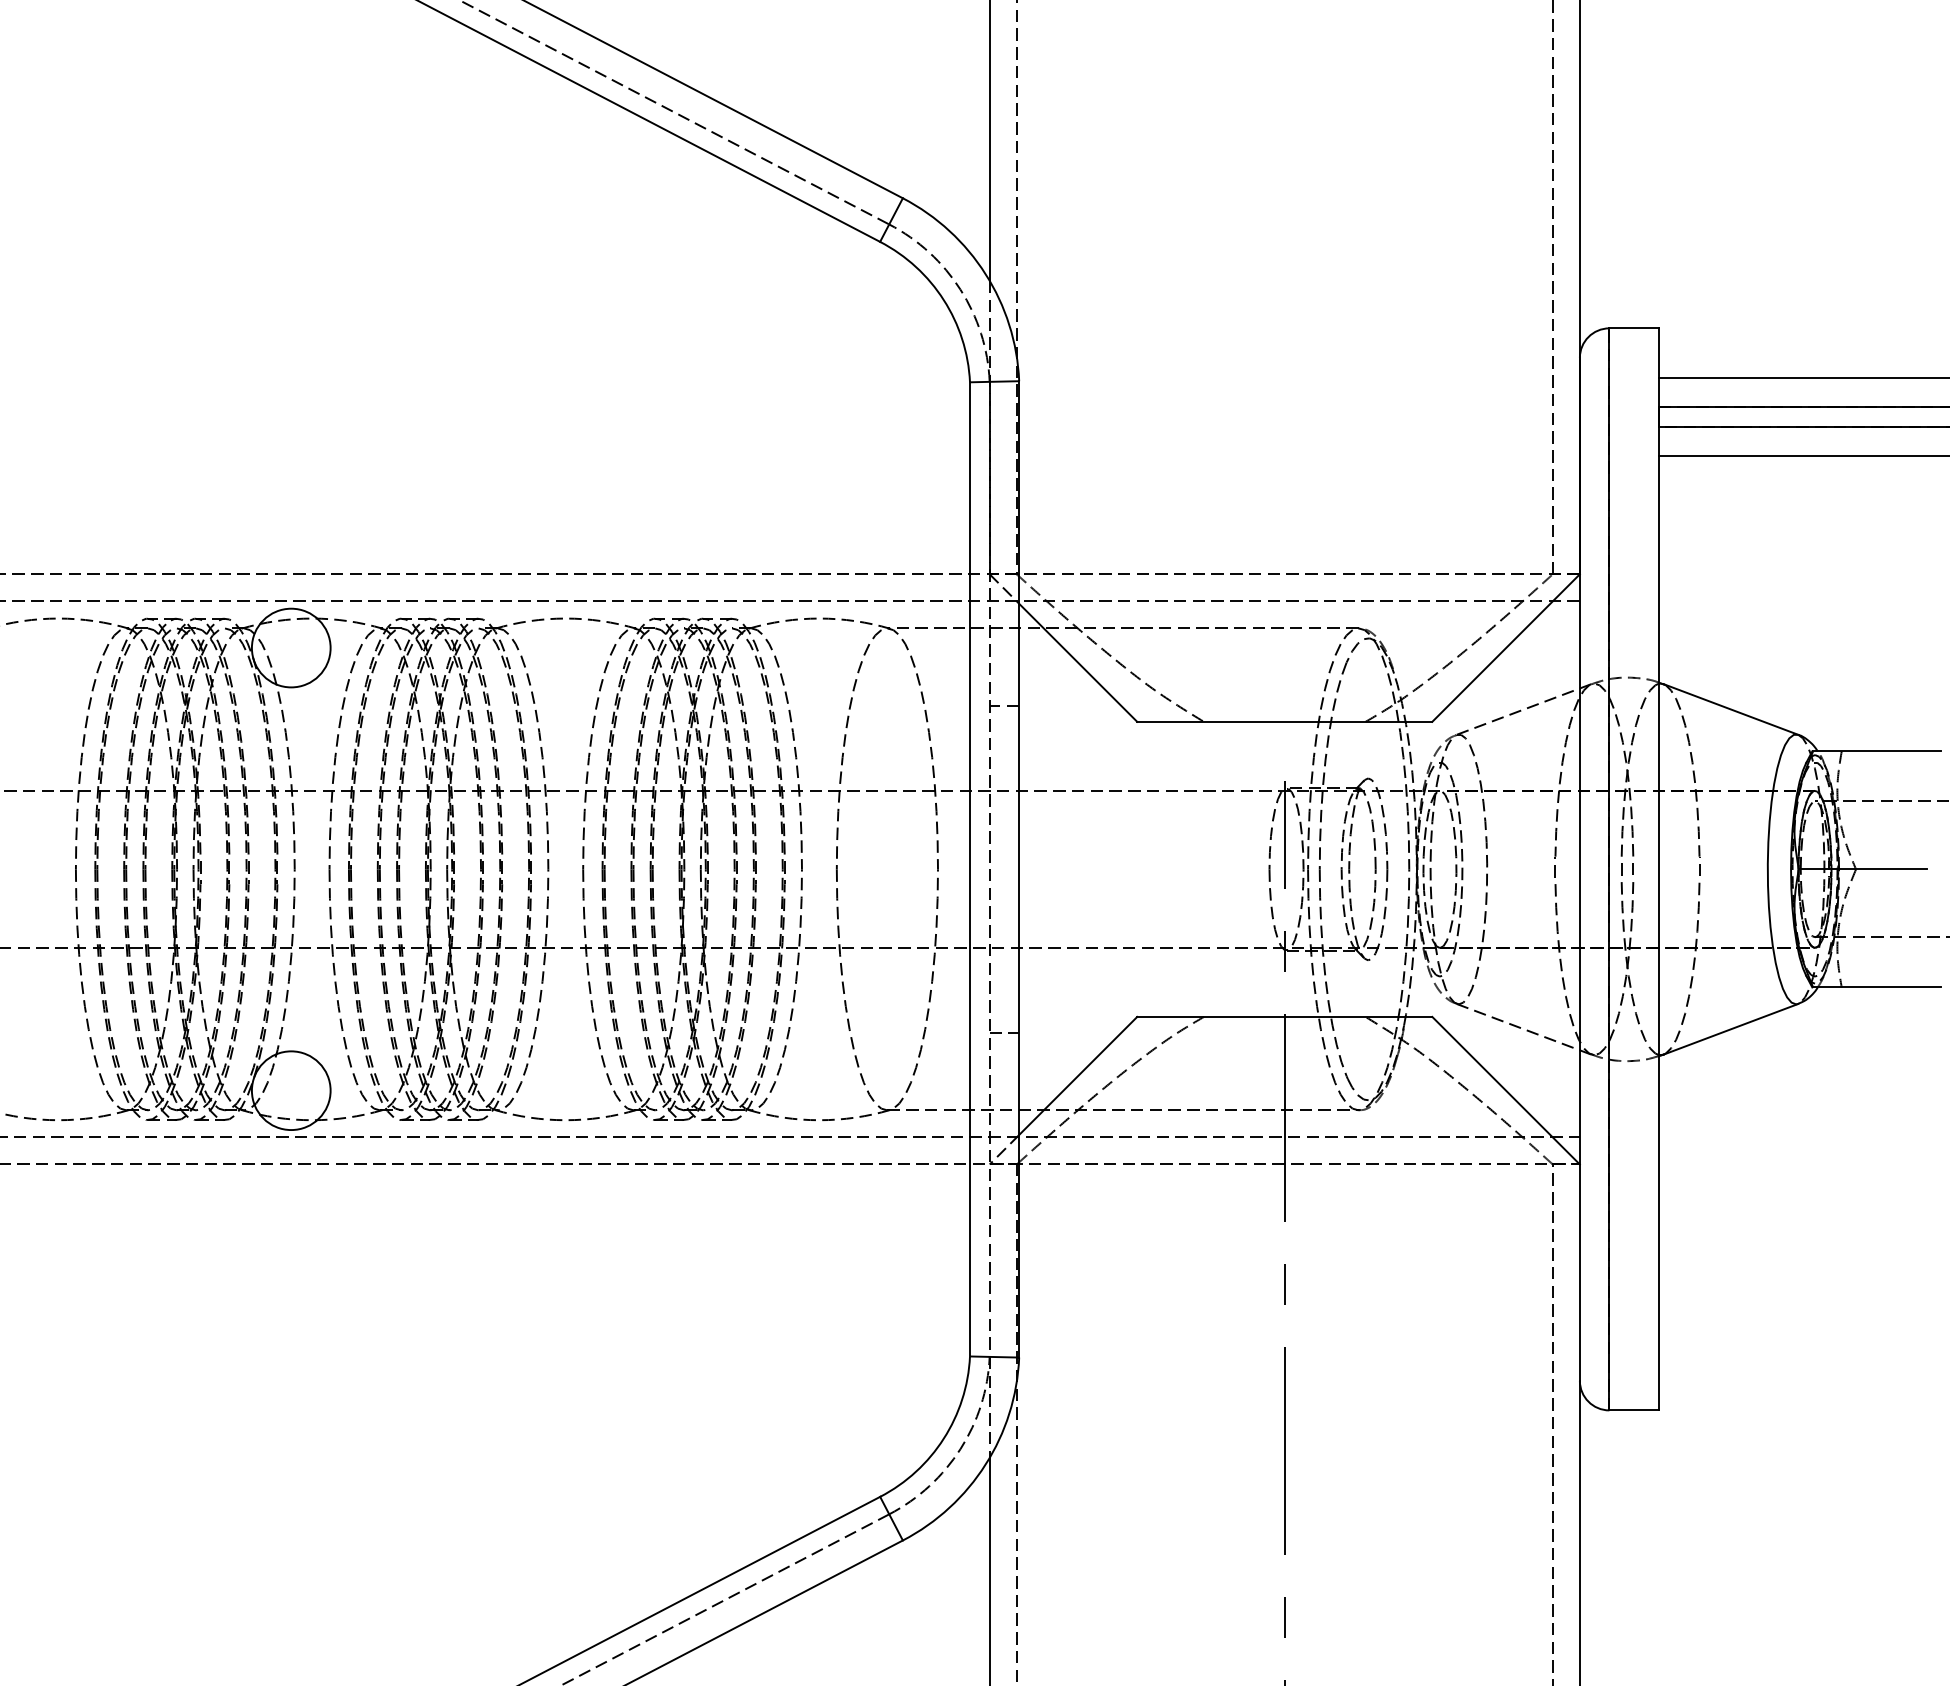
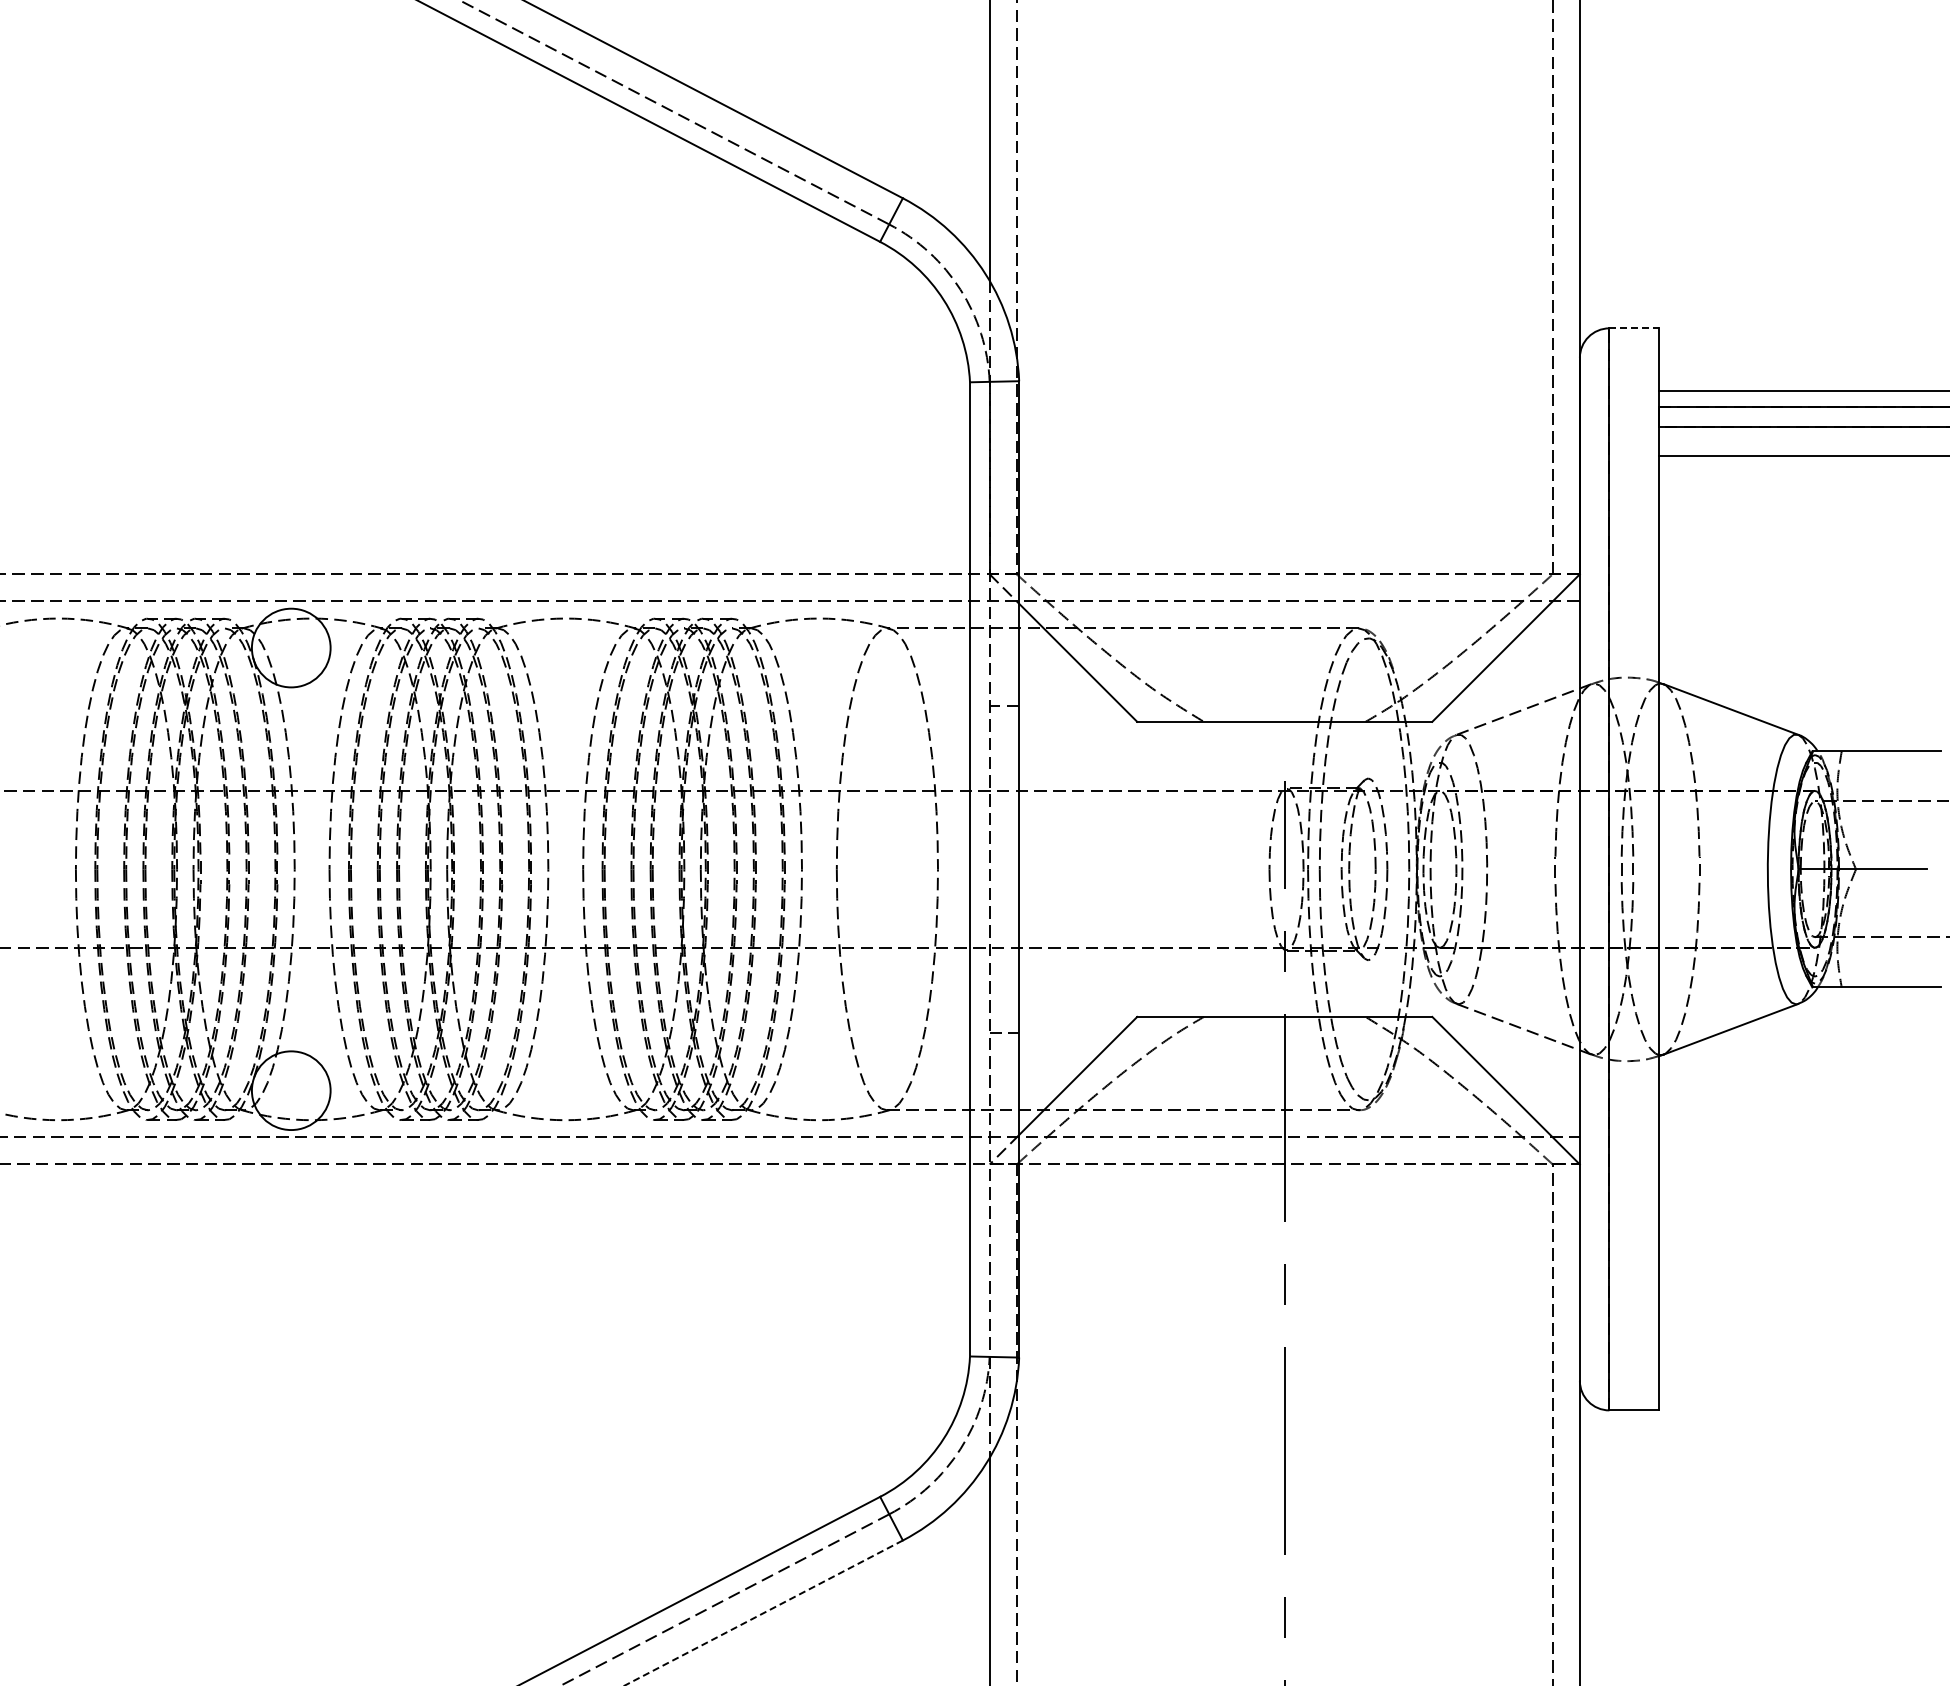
line at (1633, 328): solid -> dashed
line at (1802, 377) position: (1802, 377) -> (1802, 390)
line at (763, 1613): solid -> dashed
